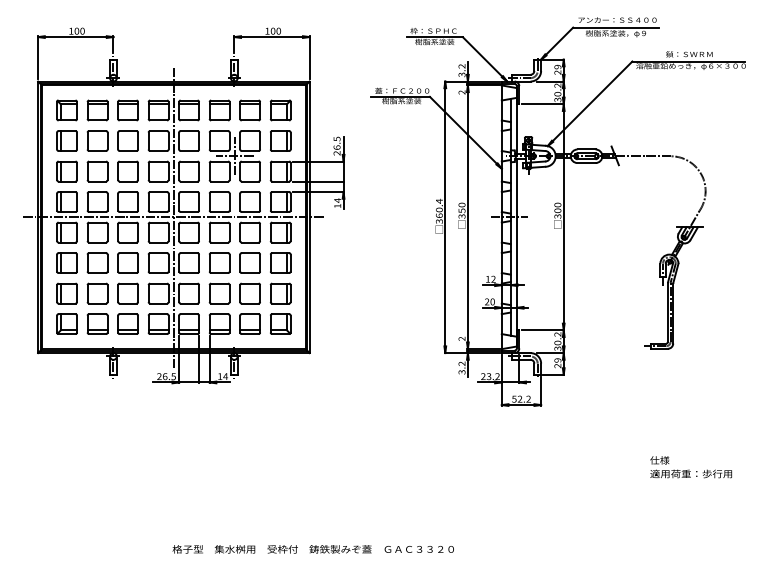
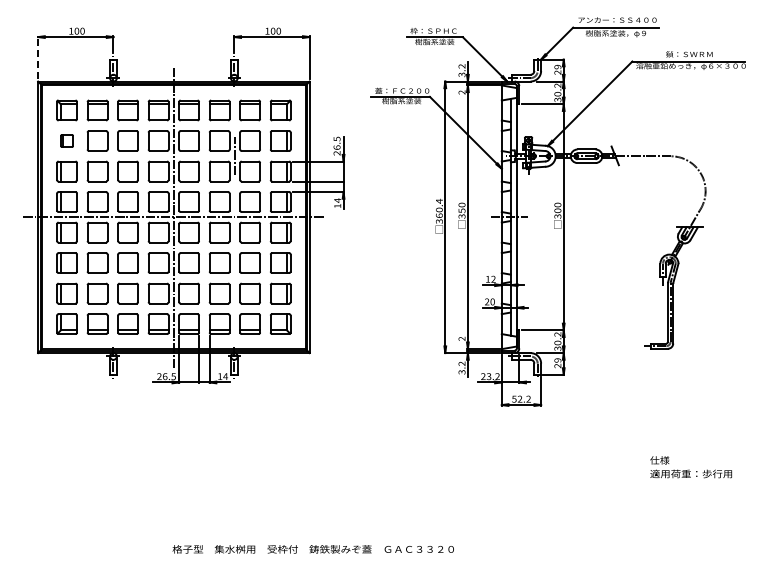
line at (38, 57): solid -> dashed
part at (66, 140) size: 22x22 px -> 14x14 px
line at (234, 156): present -> none
